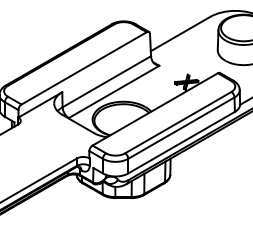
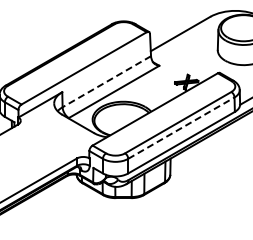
line at (106, 81): solid -> dashed
line at (181, 127): solid -> dashed
